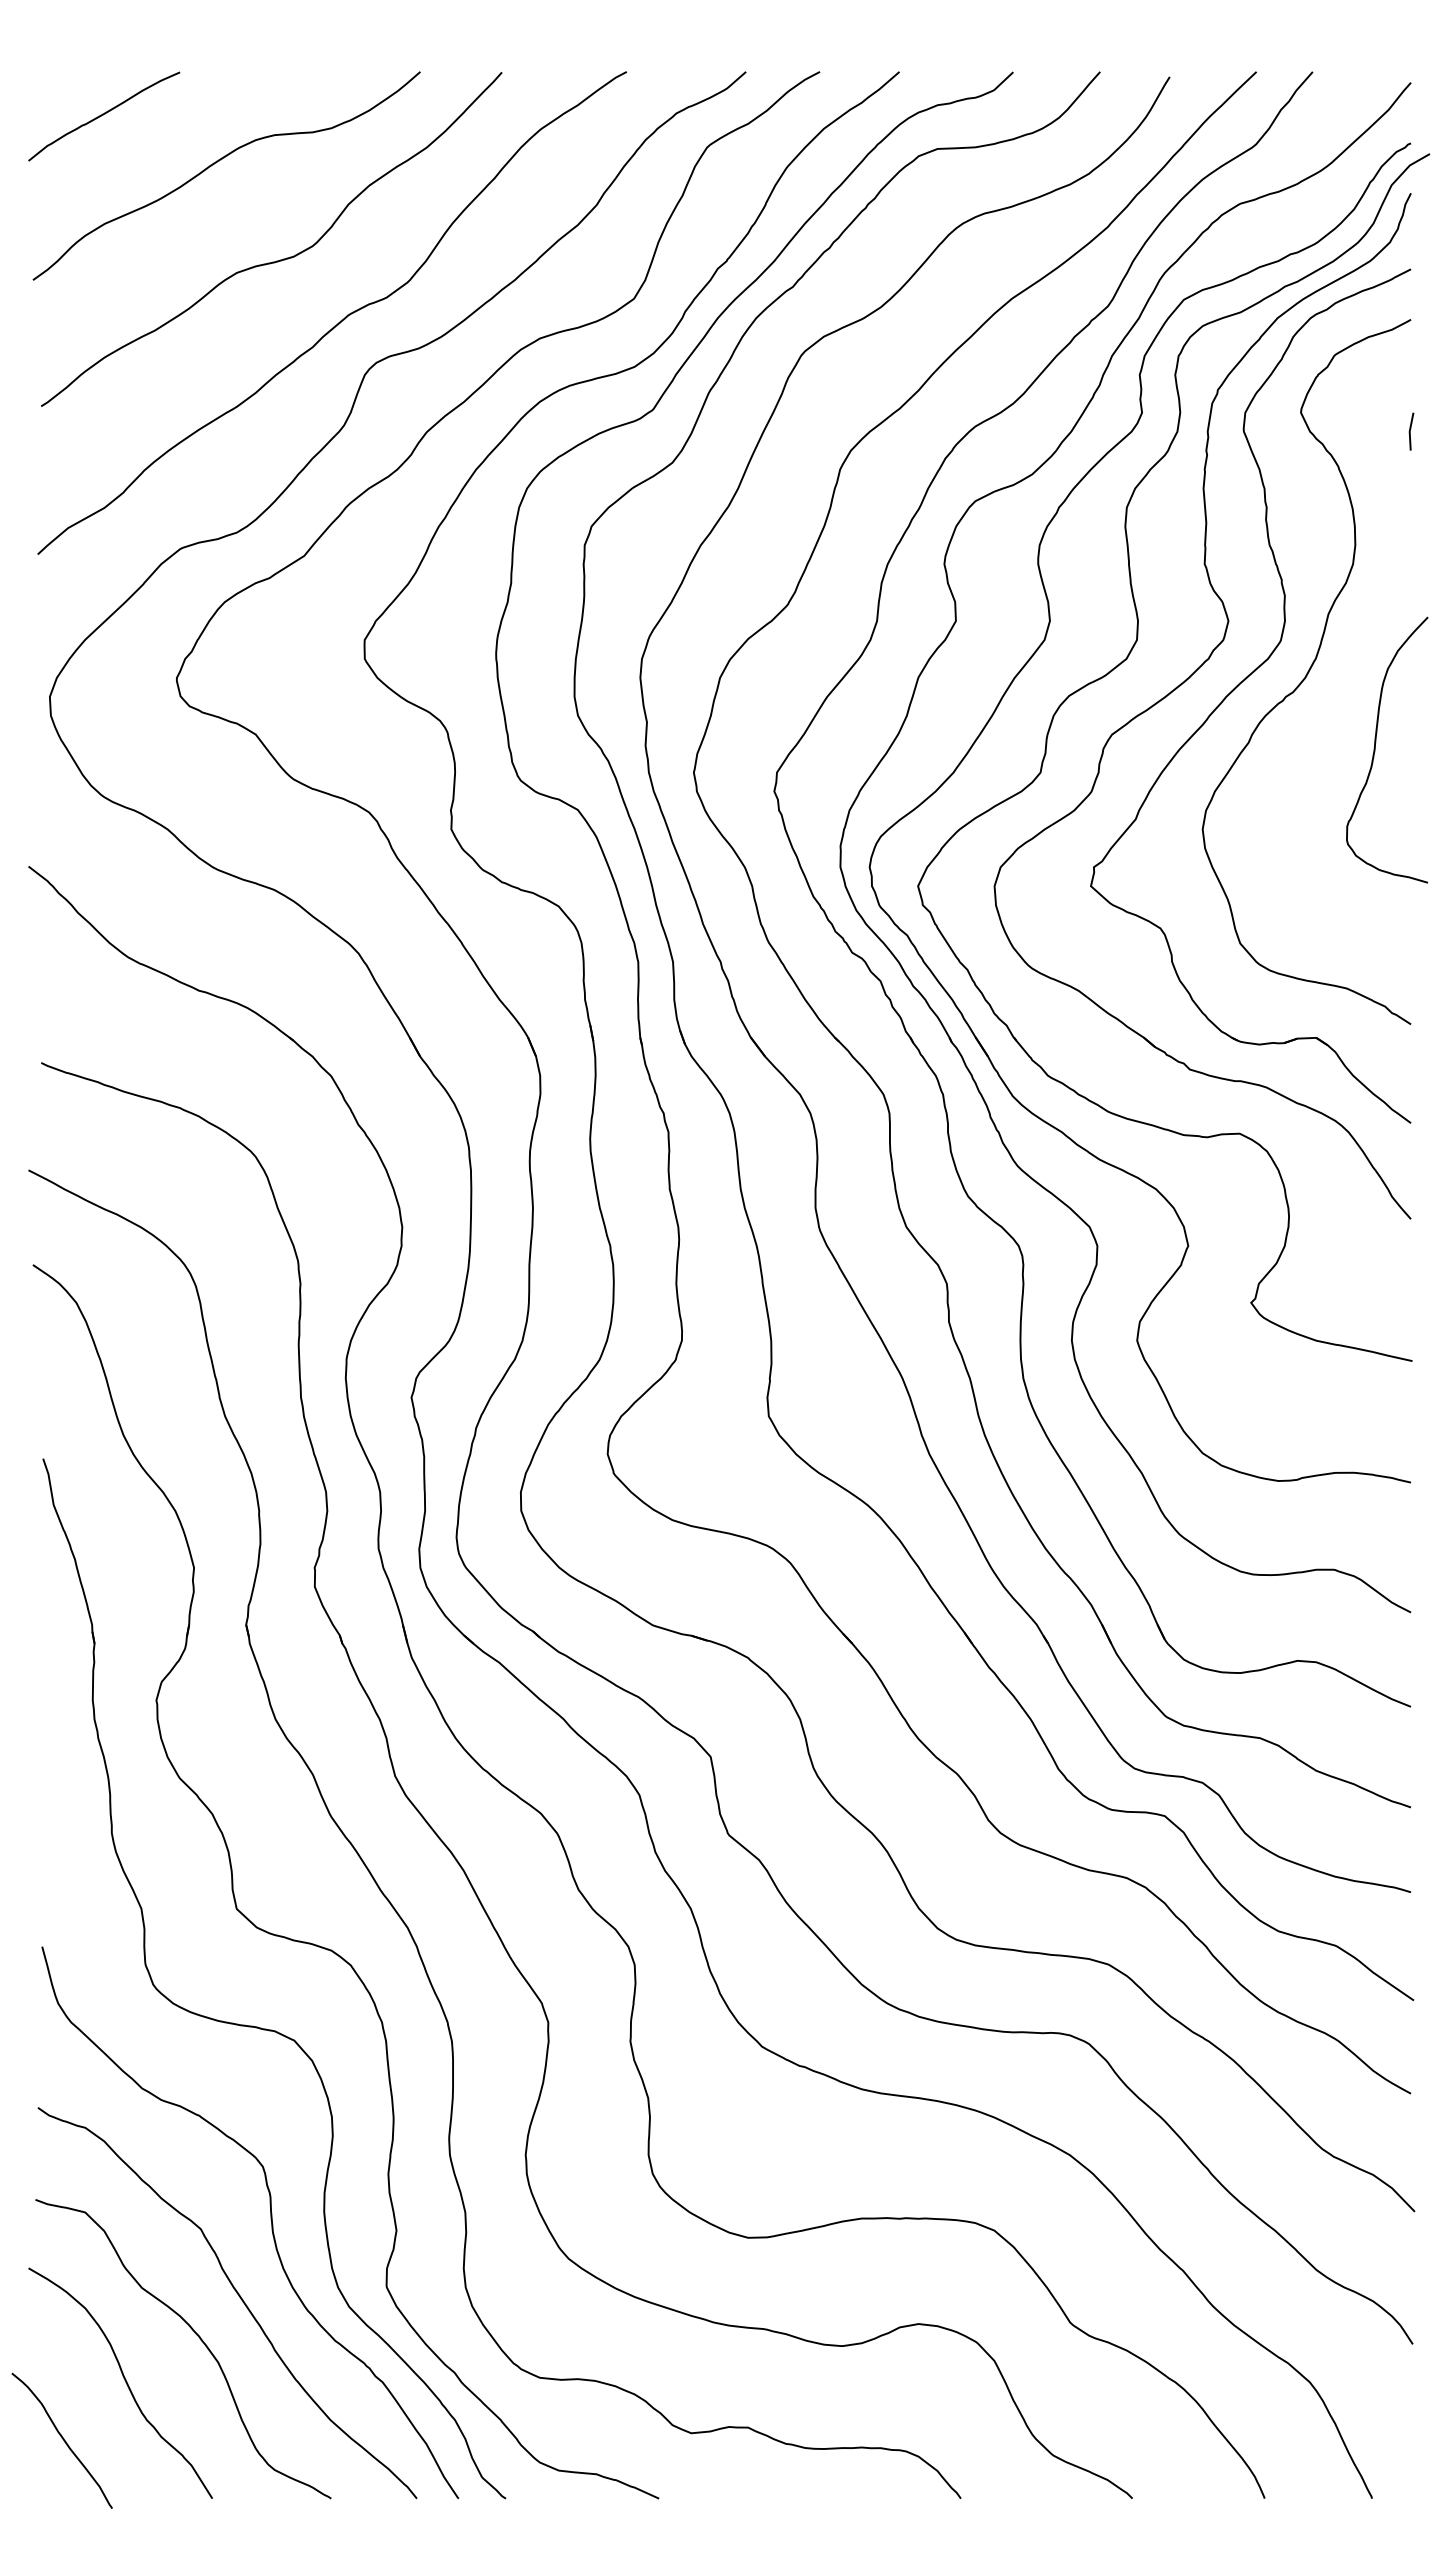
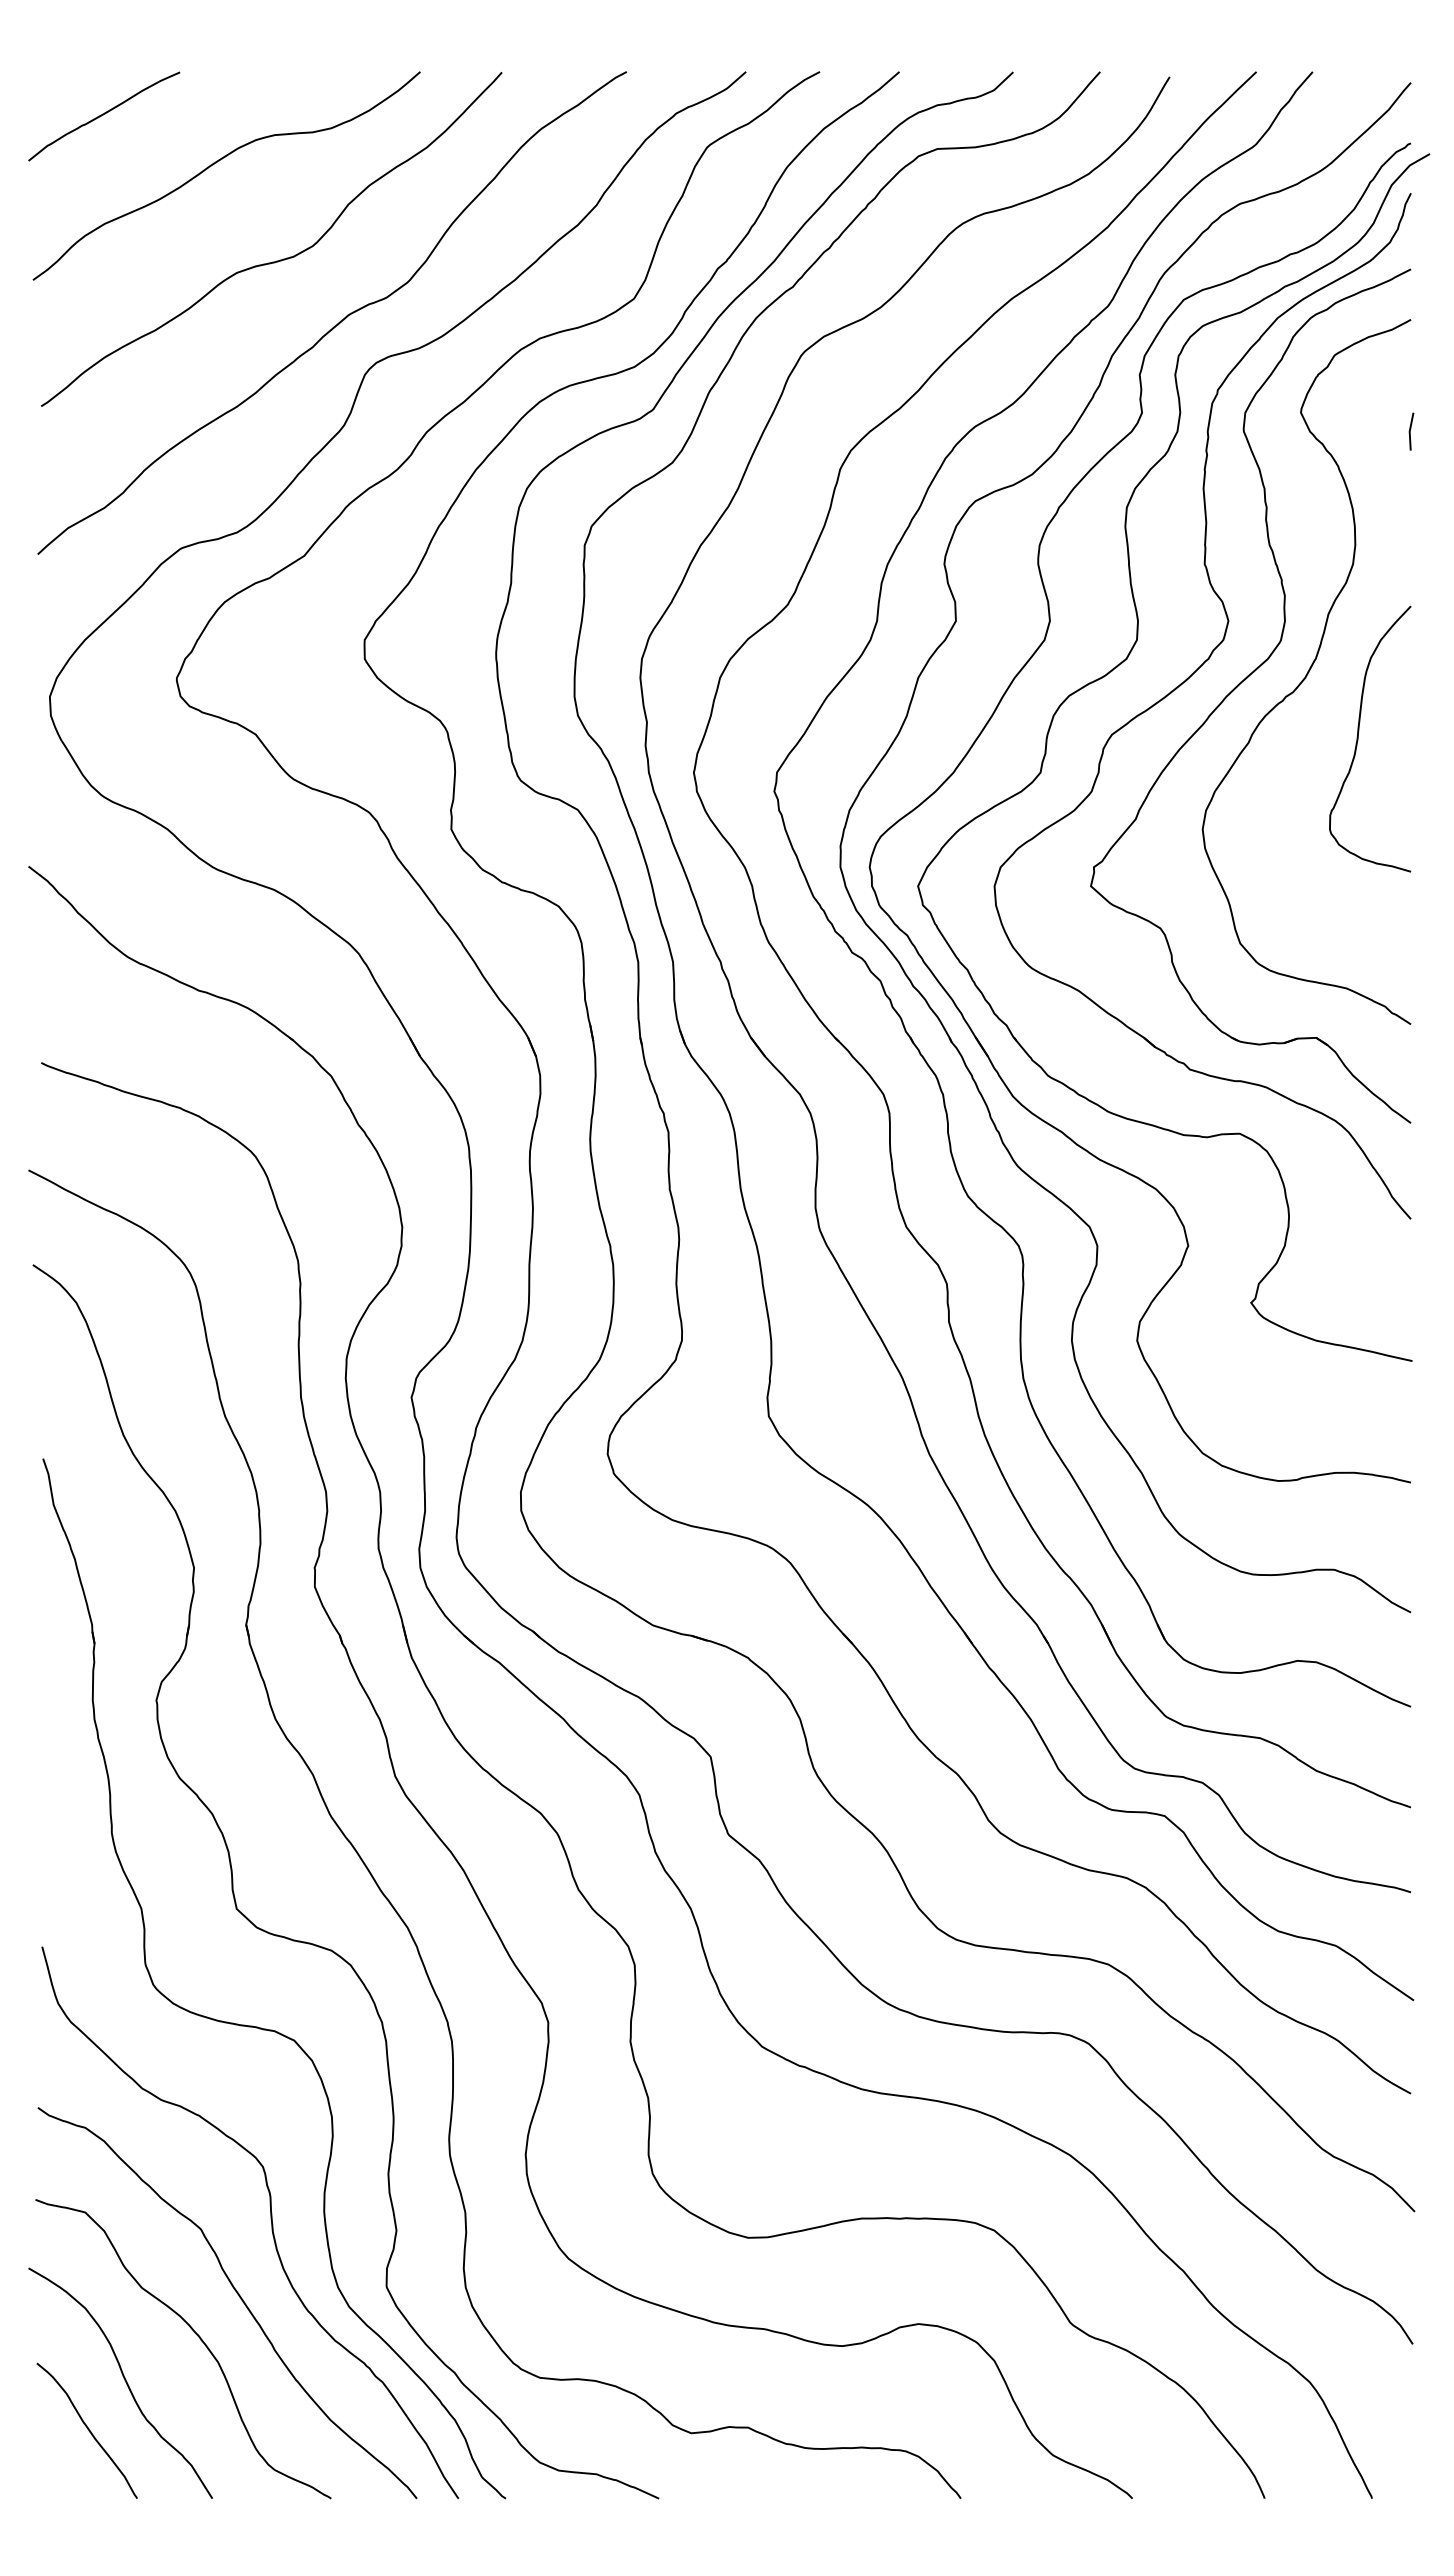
curve at (1375, 749) position: (1375, 749) -> (1358, 738)
curve at (62, 2439) position: (62, 2439) -> (87, 2429)
